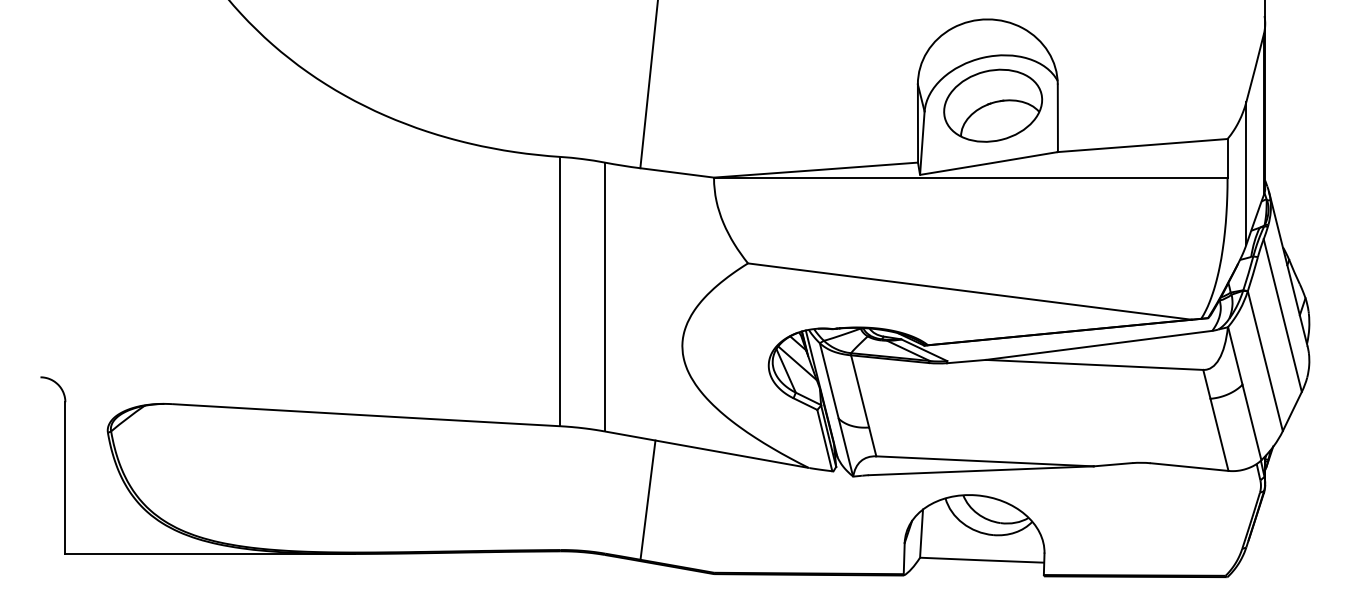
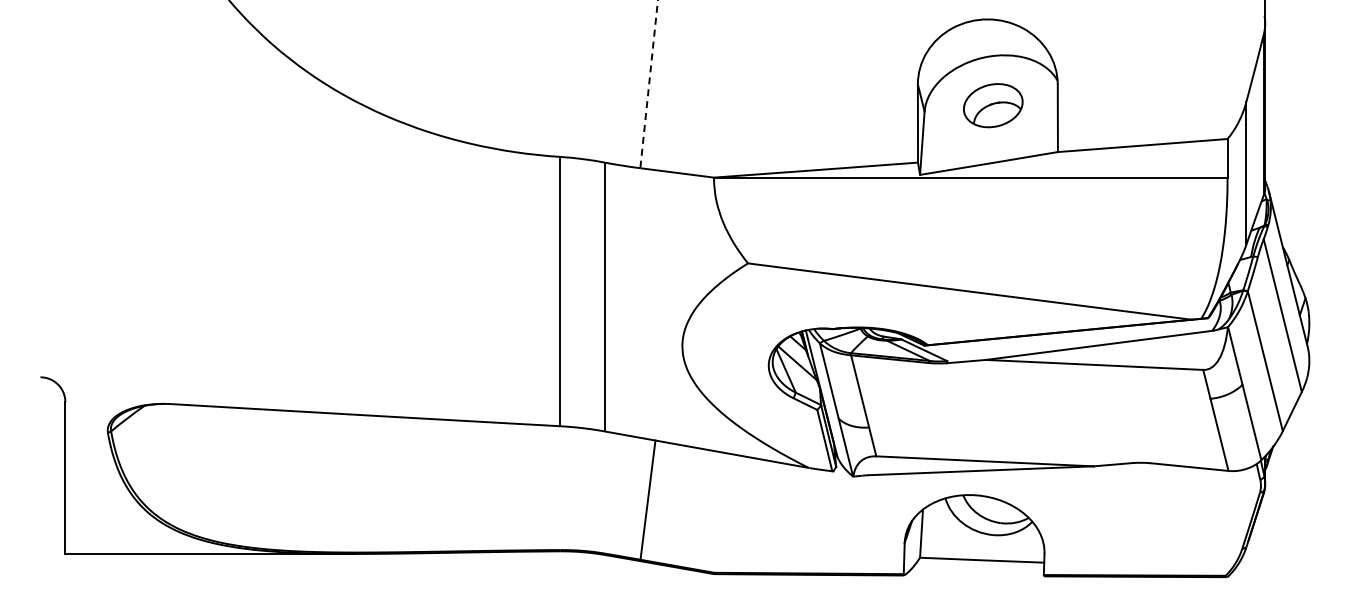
line at (649, 84): solid -> dashed
part at (993, 105) size: 101x75 px -> 61x46 px
